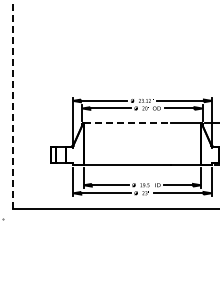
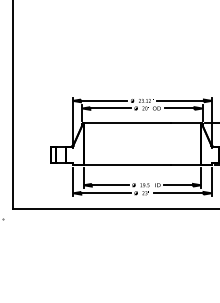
line at (12, 103): dashed -> solid
line at (127, 123): dashed -> solid
